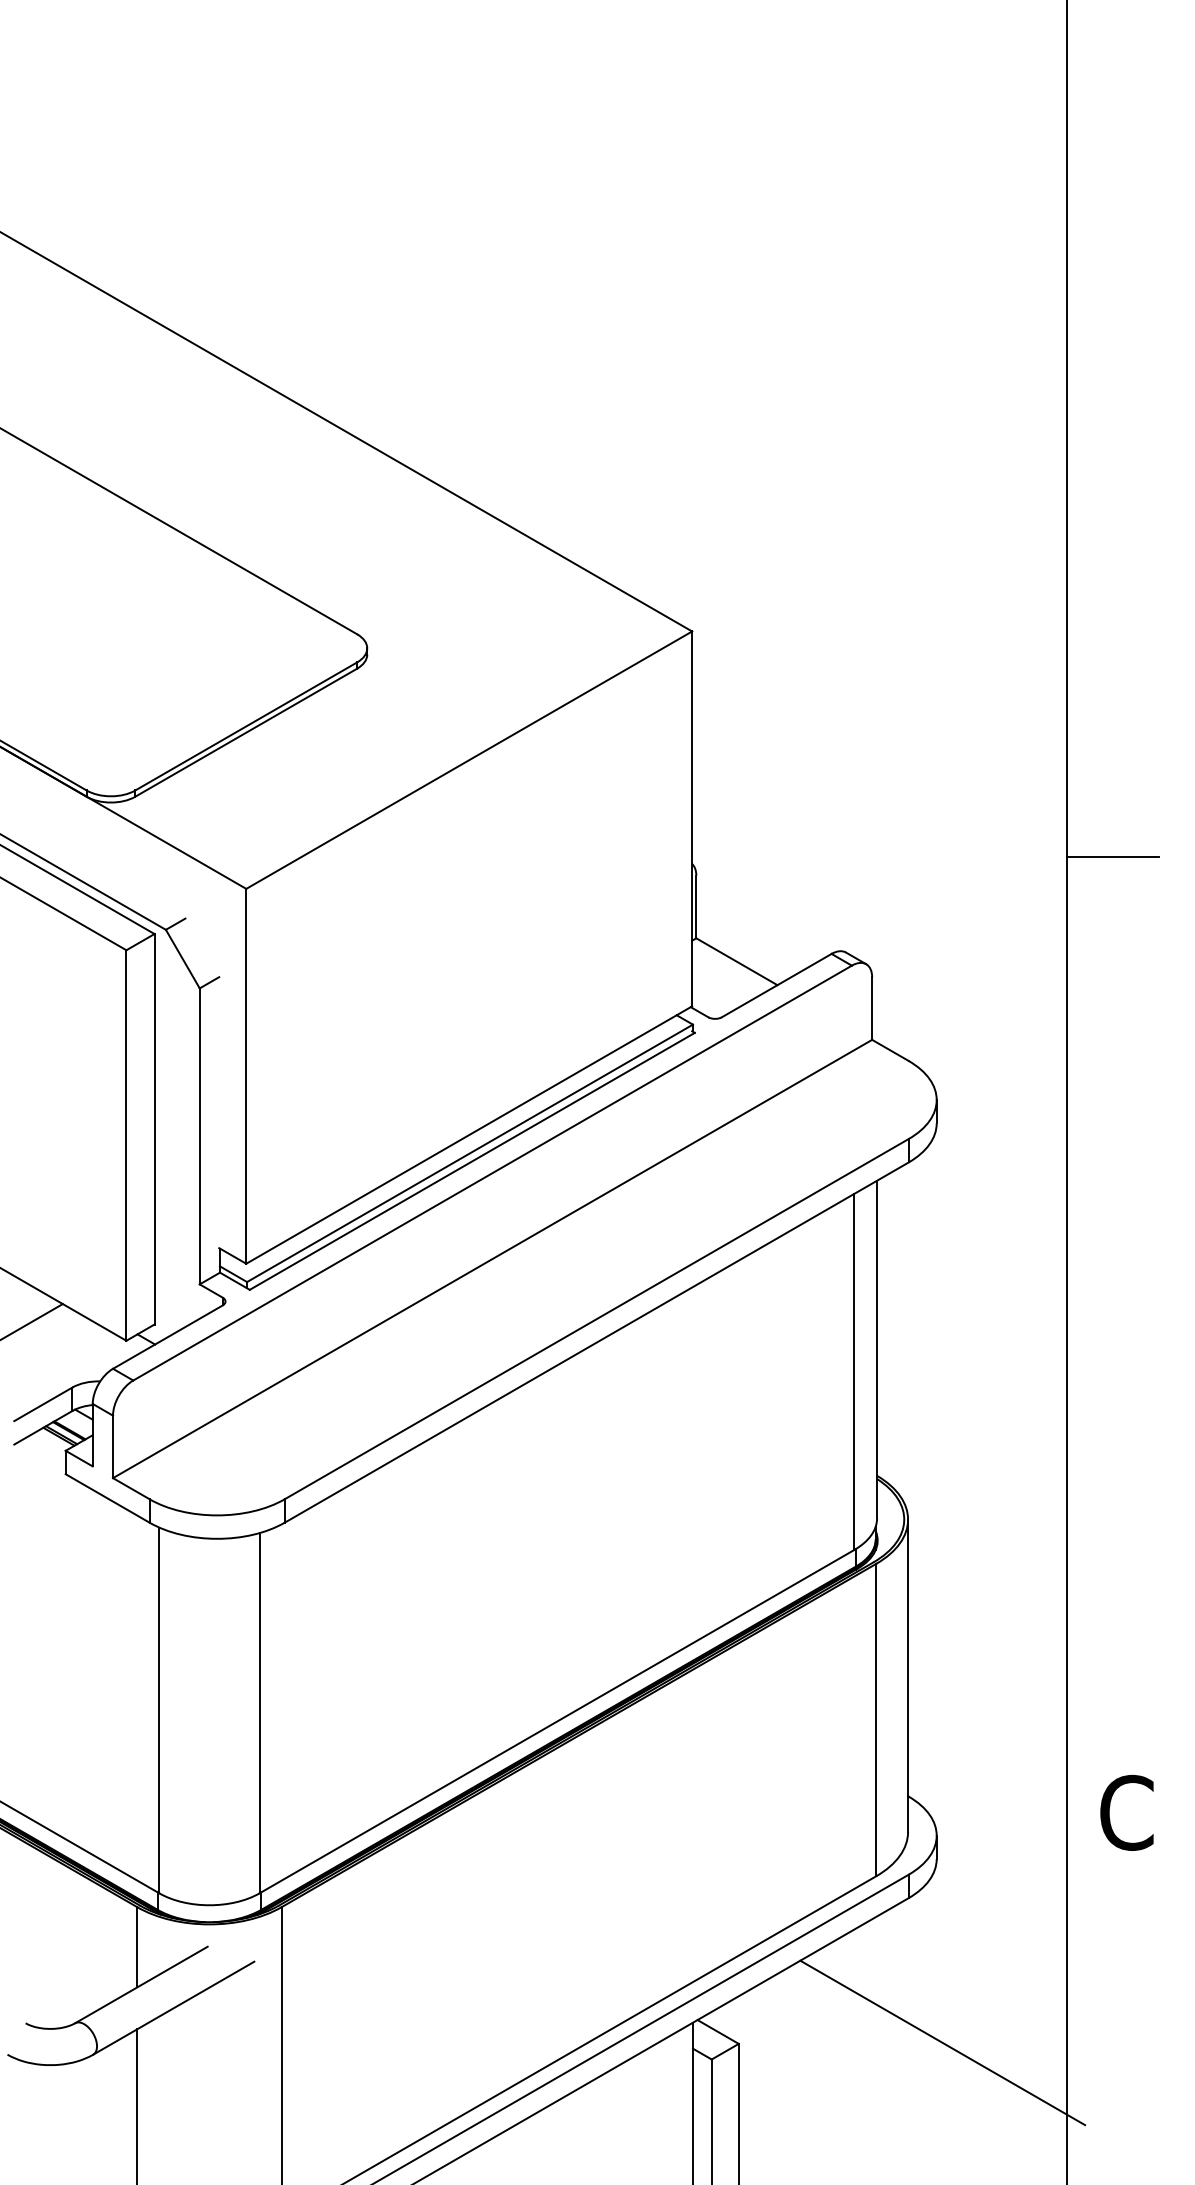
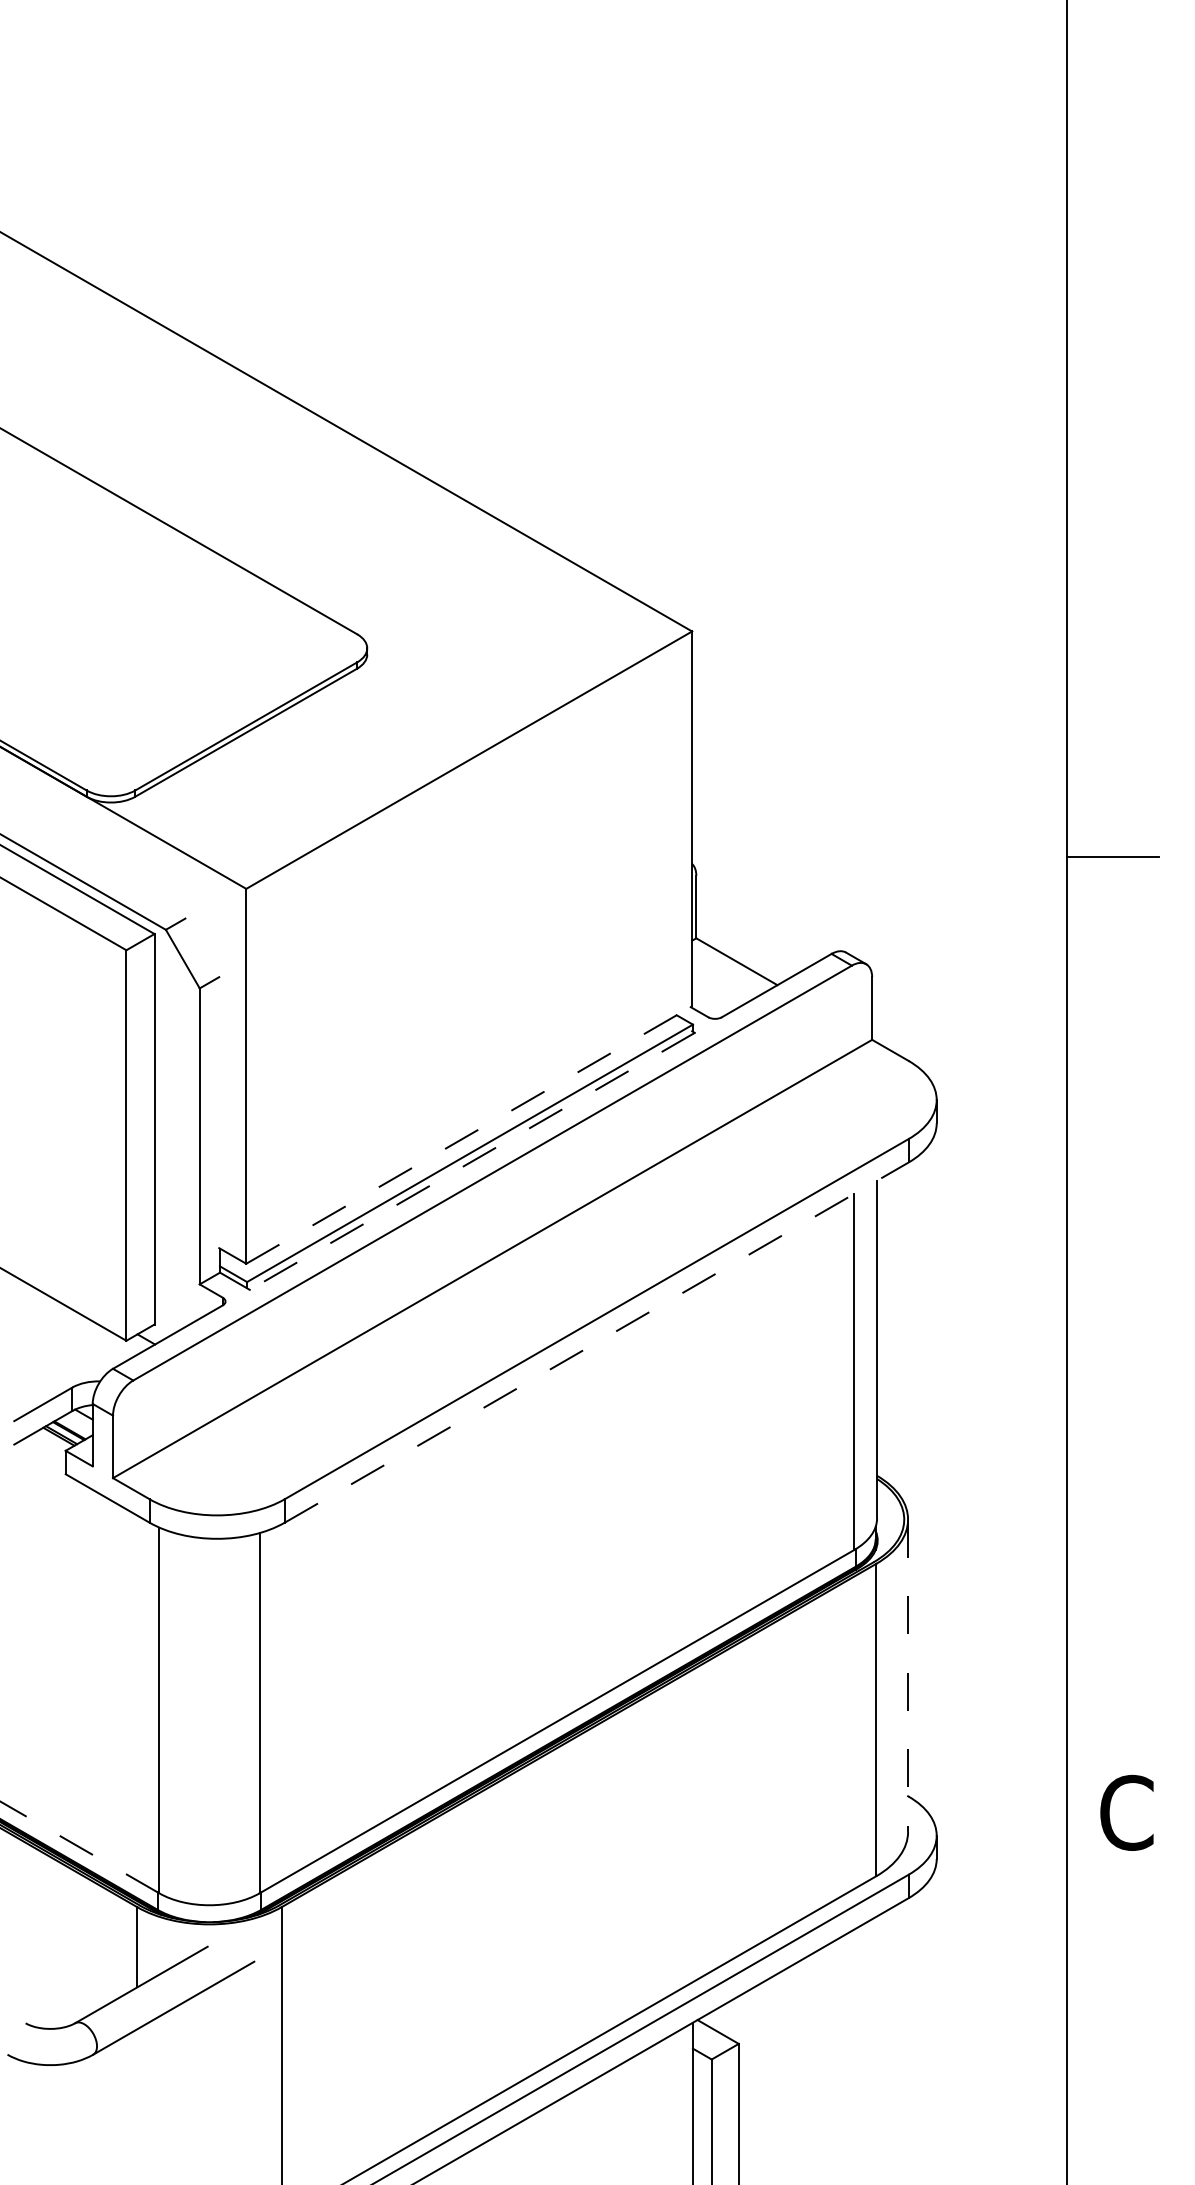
line at (469, 1134): solid -> dashed
line at (472, 1161): solid -> dashed
line at (32, 1321): present -> none
line at (597, 1342): solid -> dashed
line at (908, 1676): solid -> dashed
line at (79, 1847): solid -> dashed
line at (942, 2042): present -> none
line at (137, 2105): present -> none
